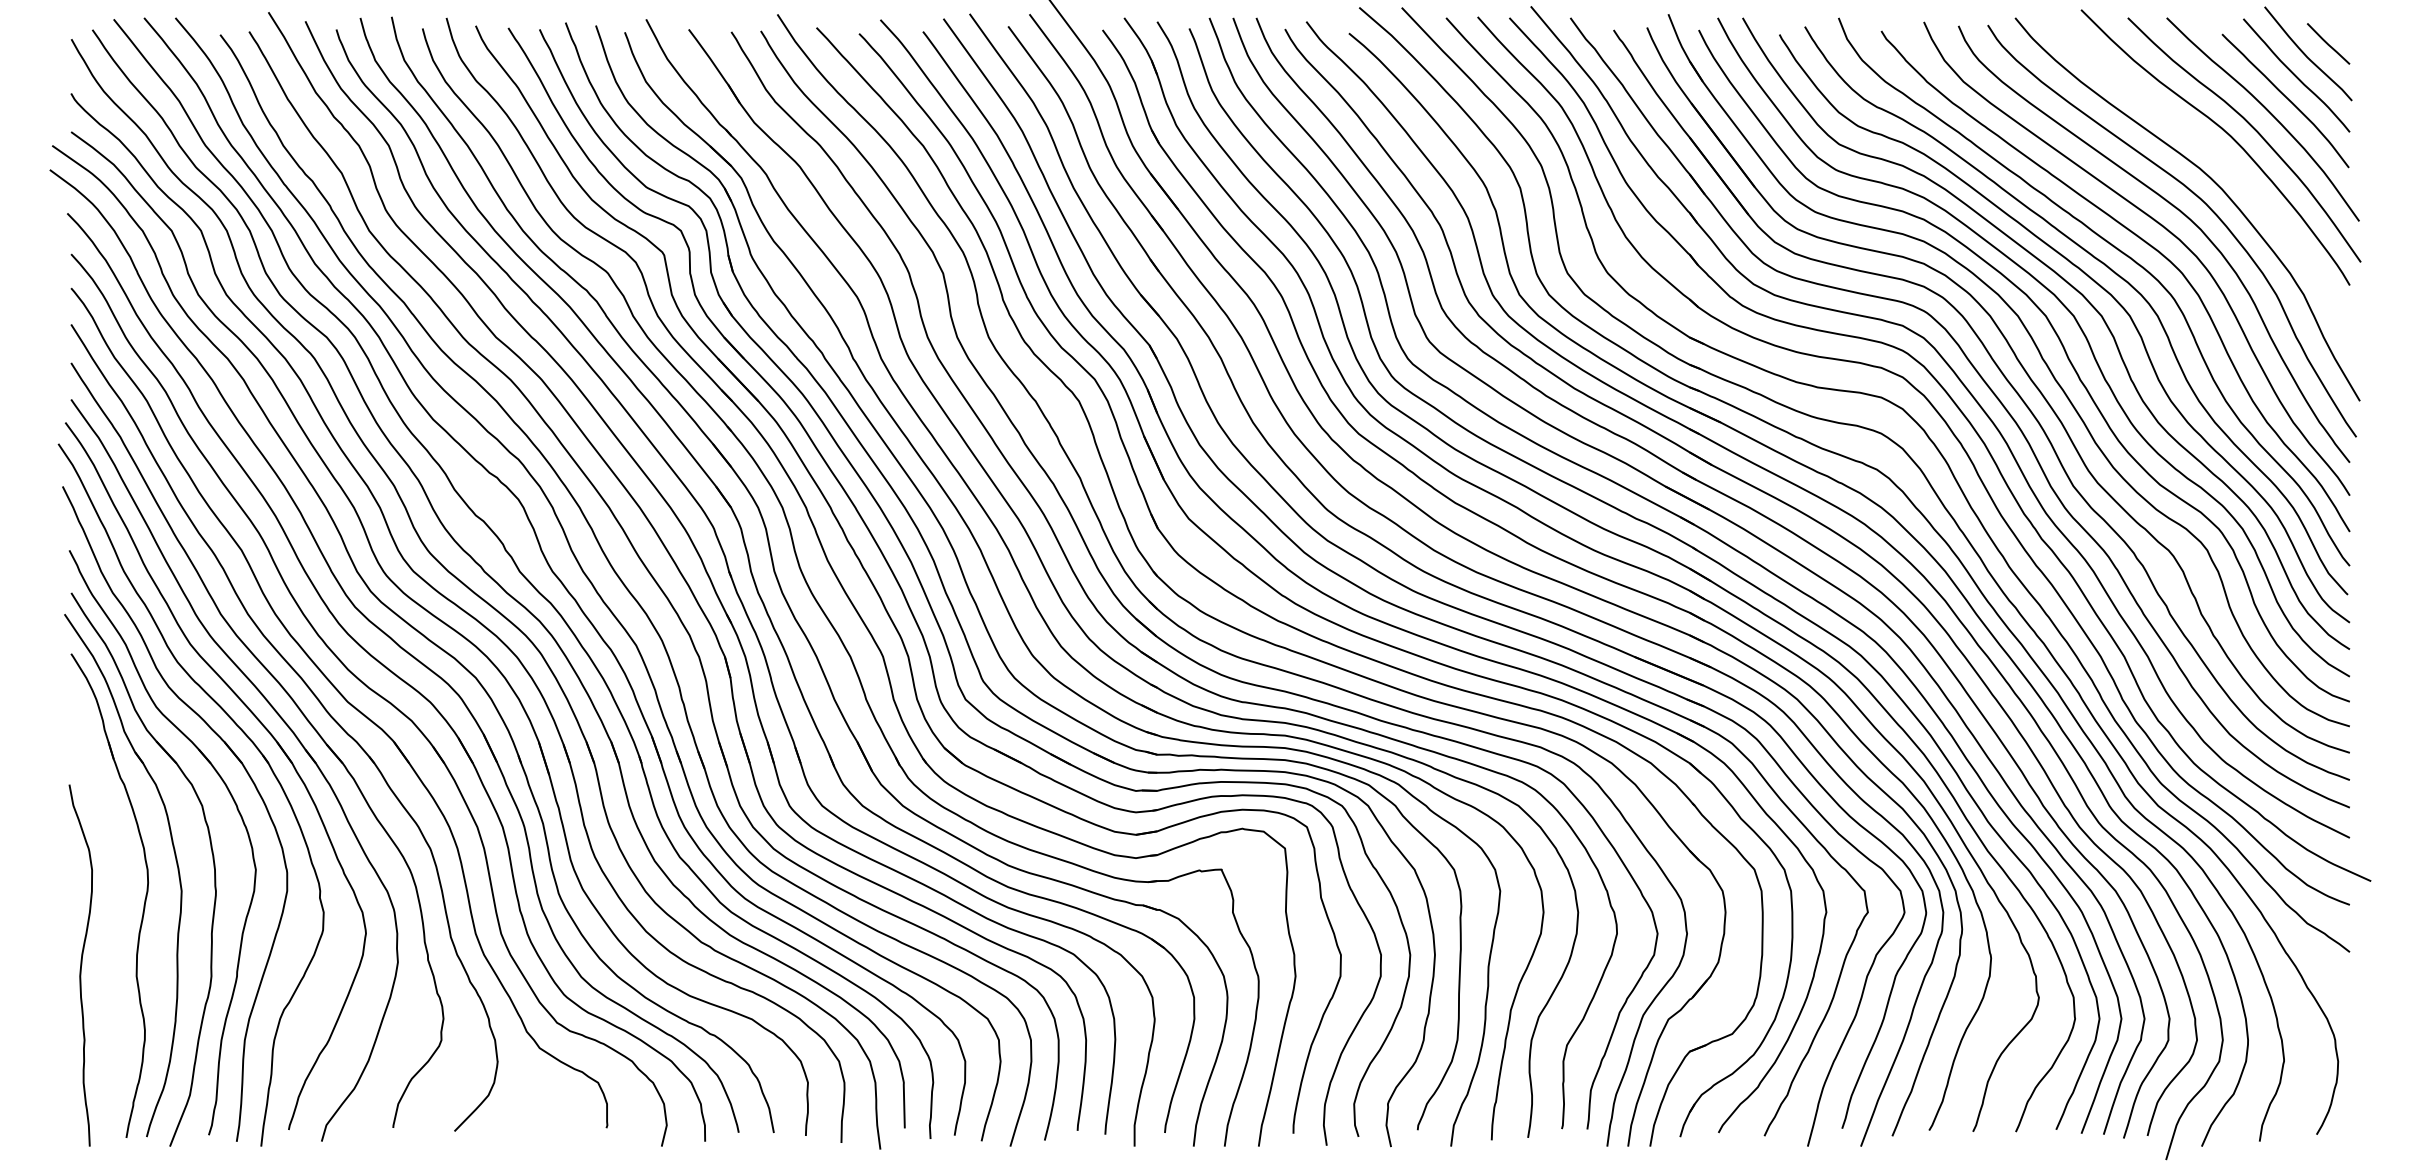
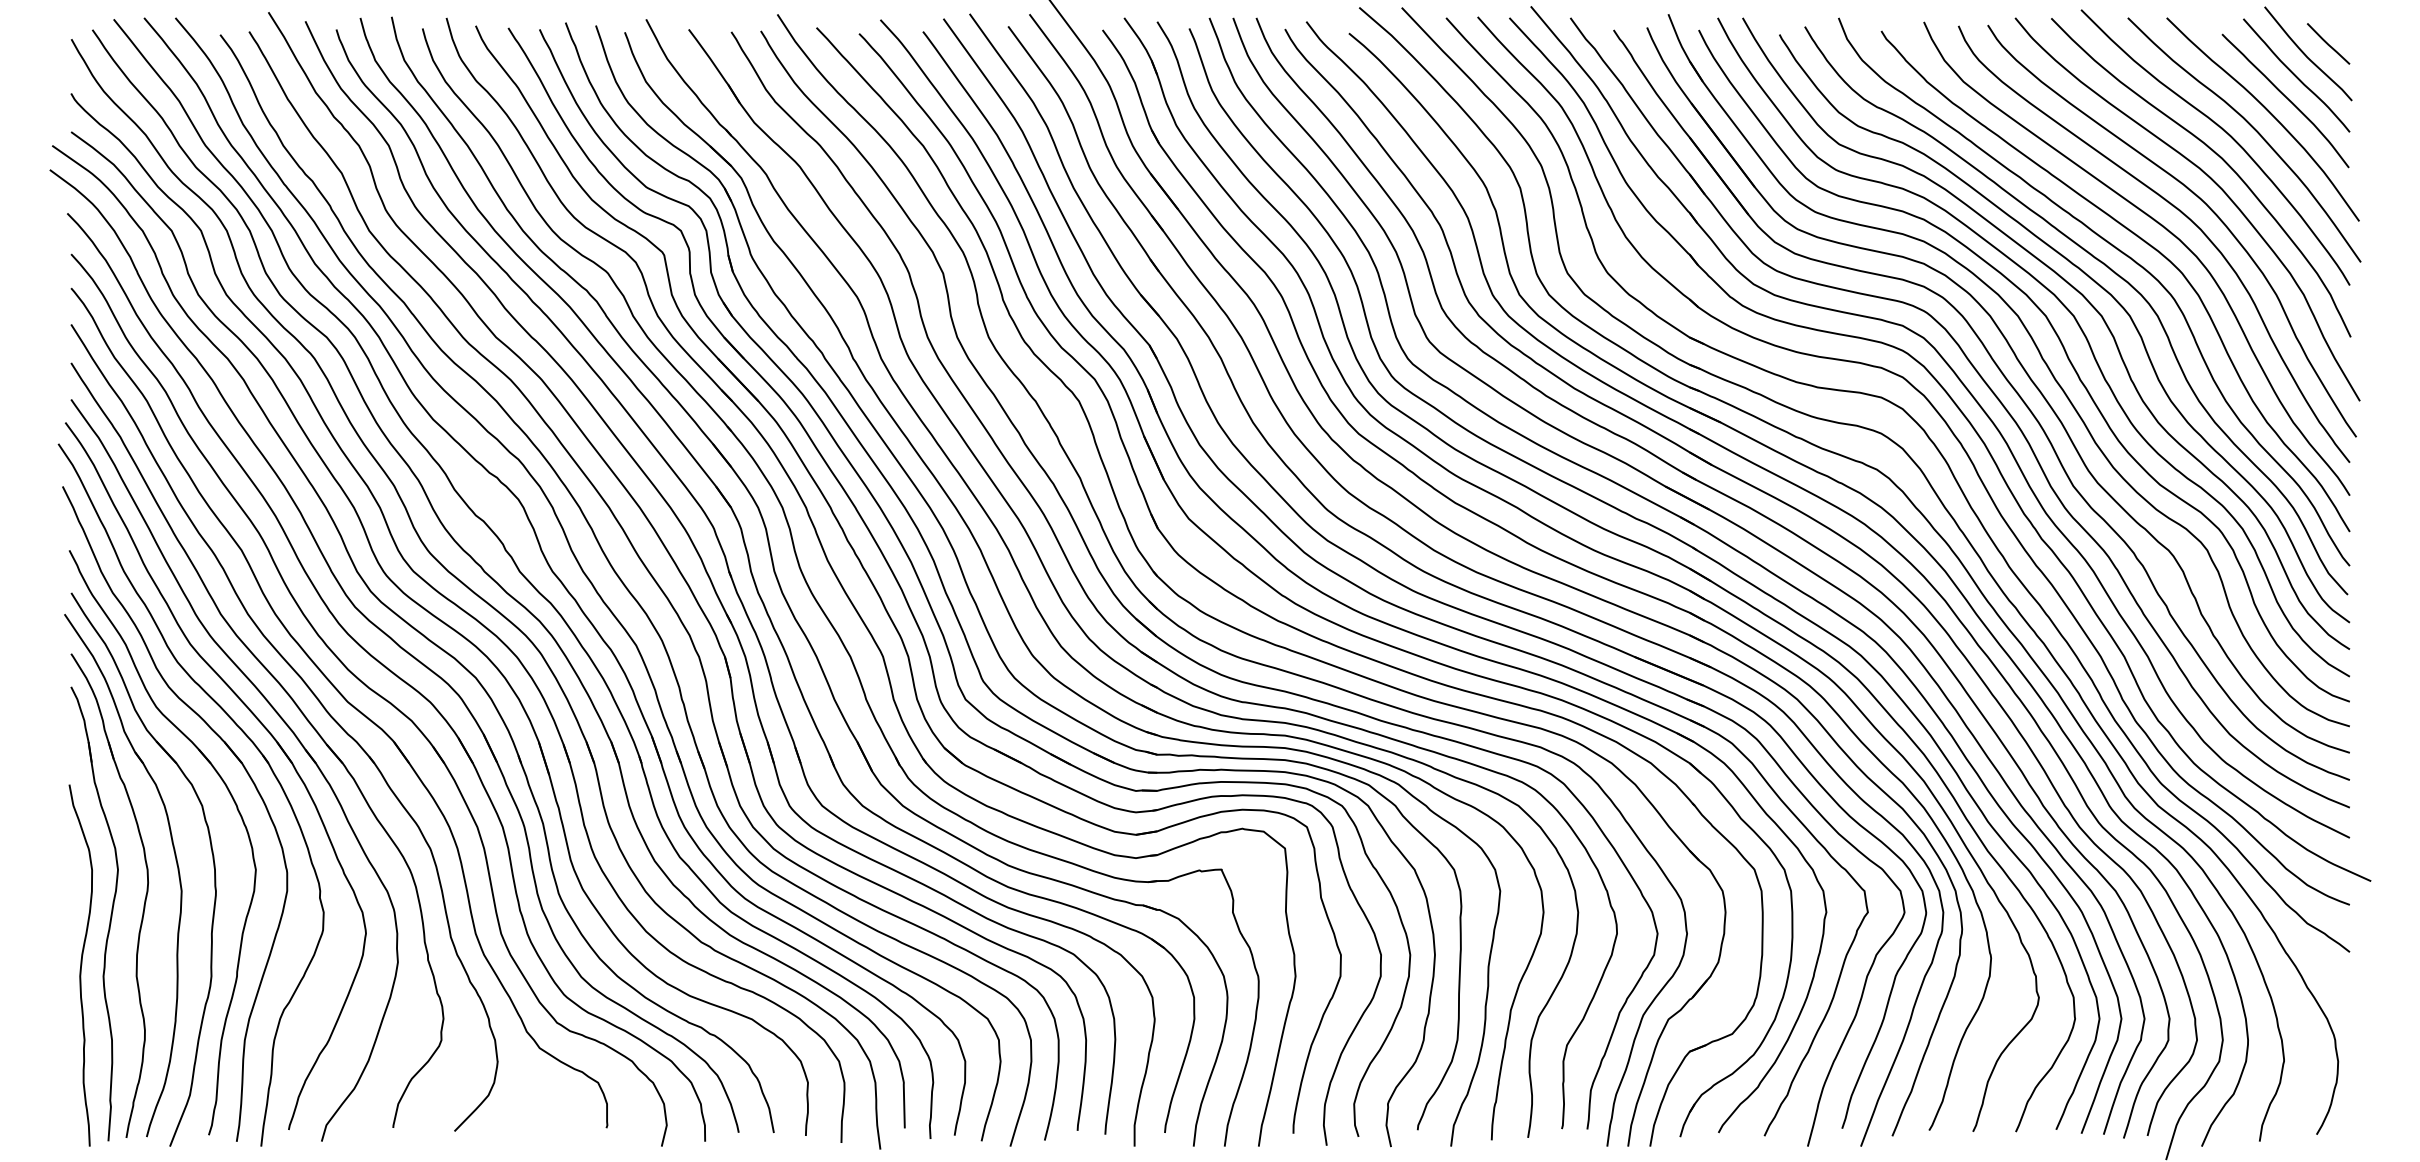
curve at (2220, 158): none -> present
part at (110, 914): none -> present
